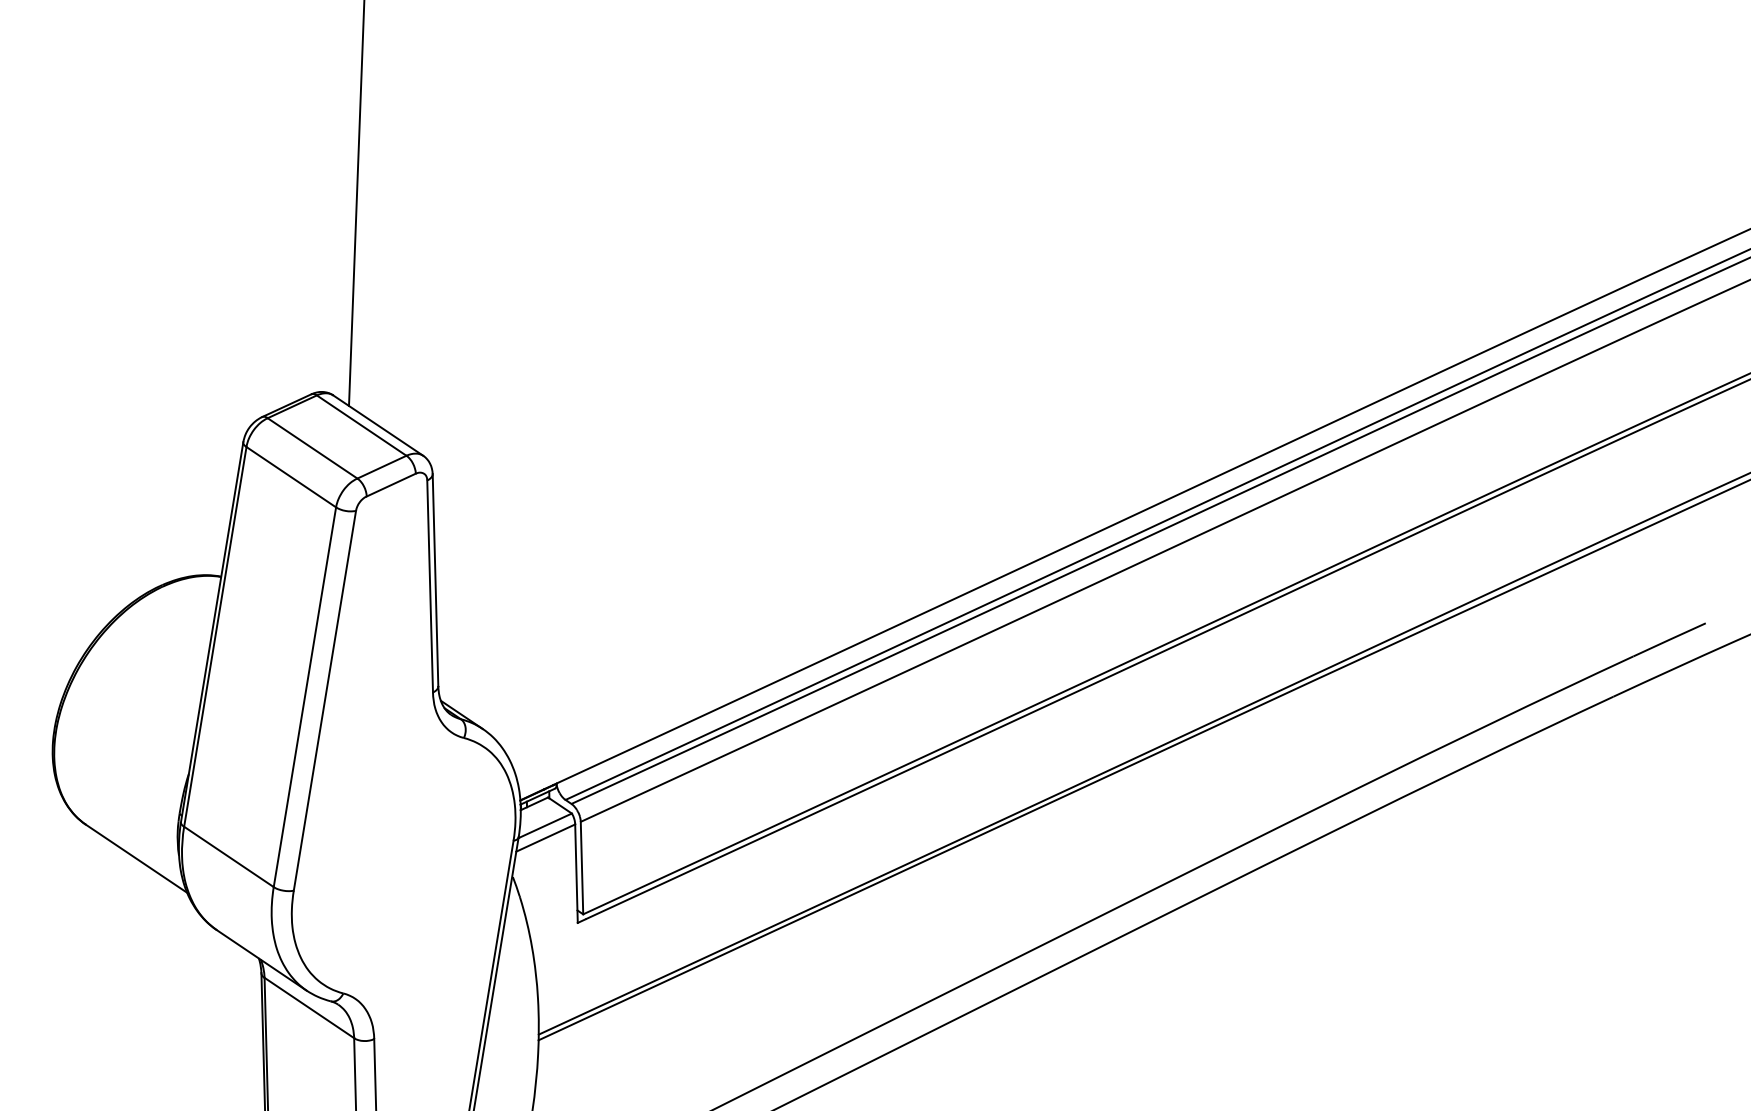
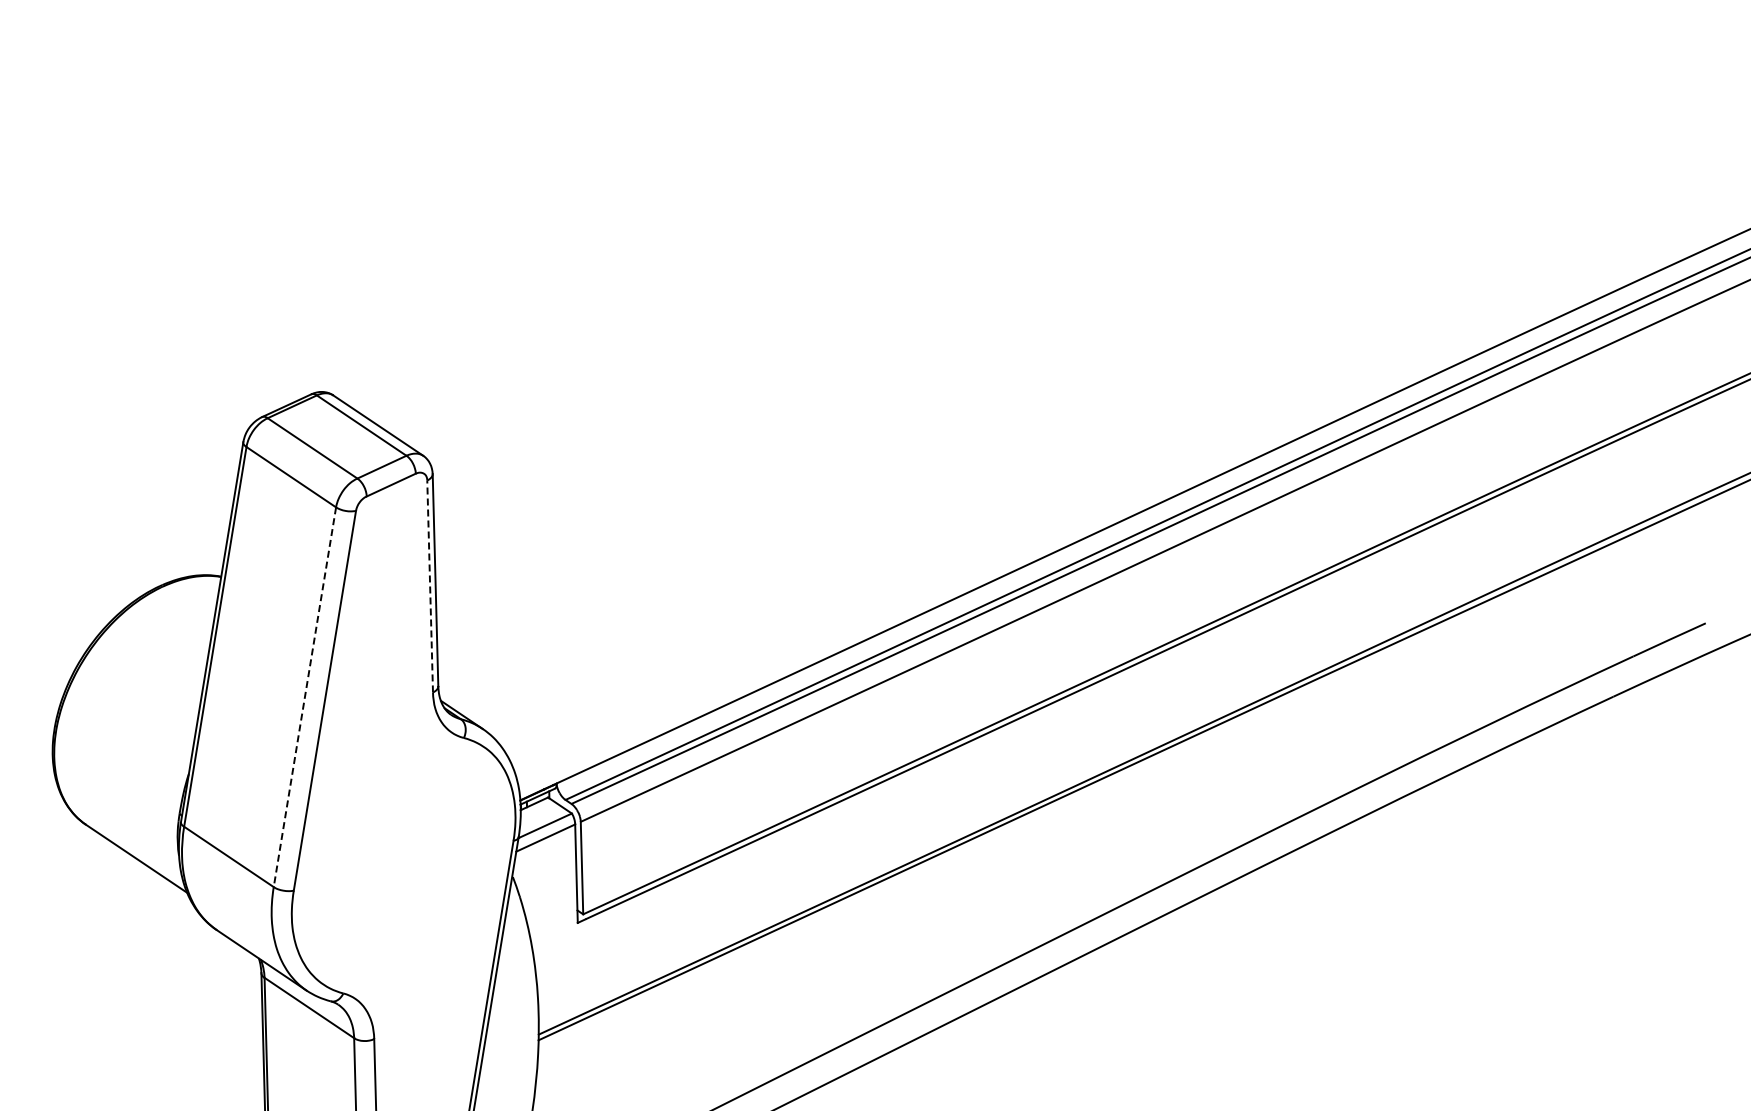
line at (356, 203): present -> none
line at (430, 585): solid -> dashed
line at (304, 697): solid -> dashed
